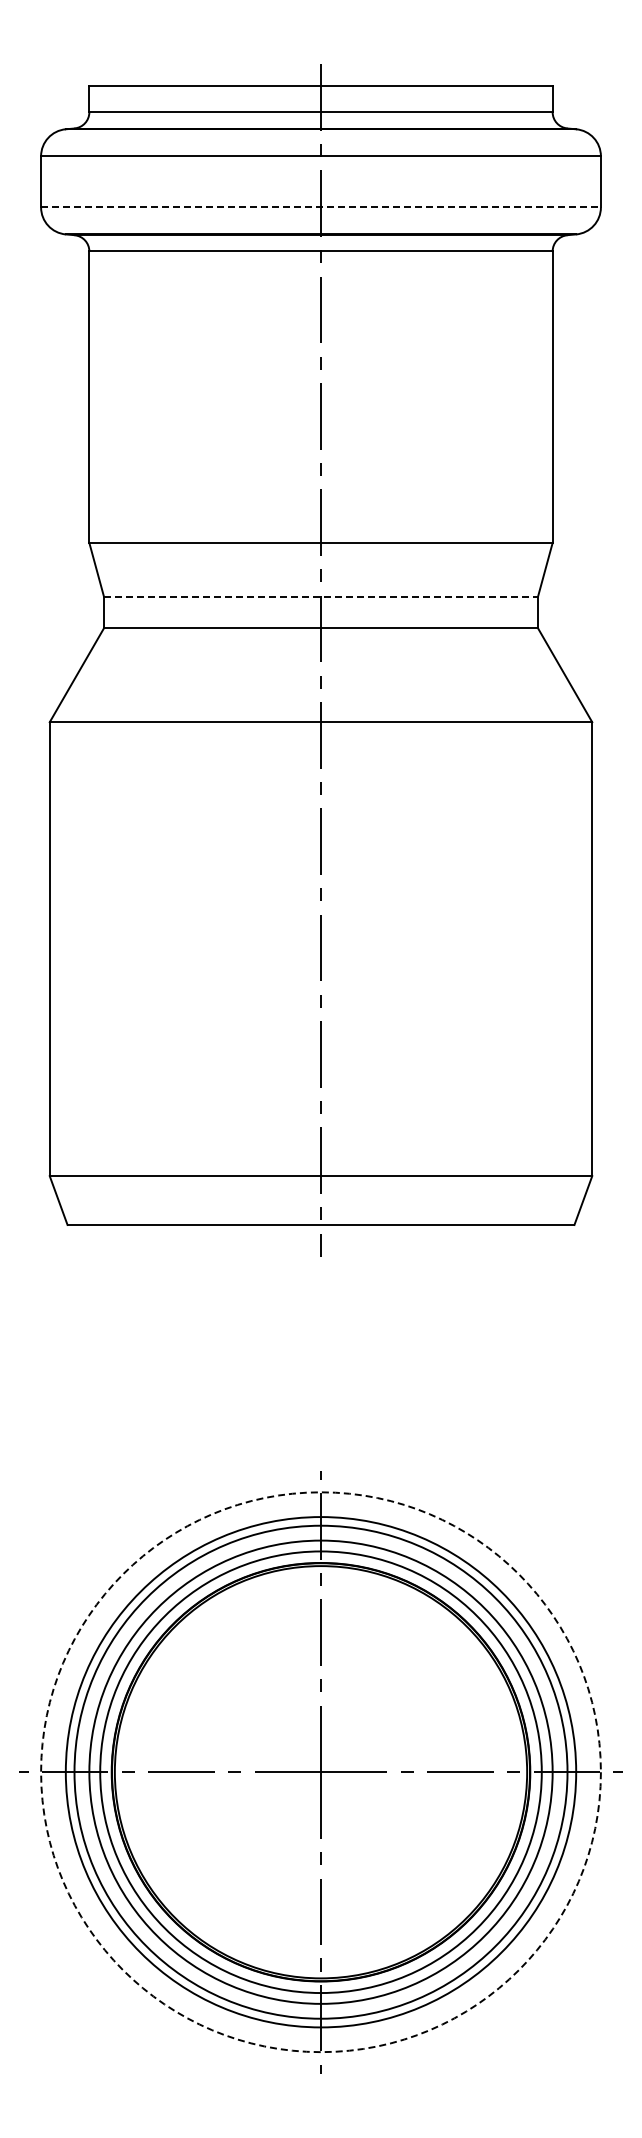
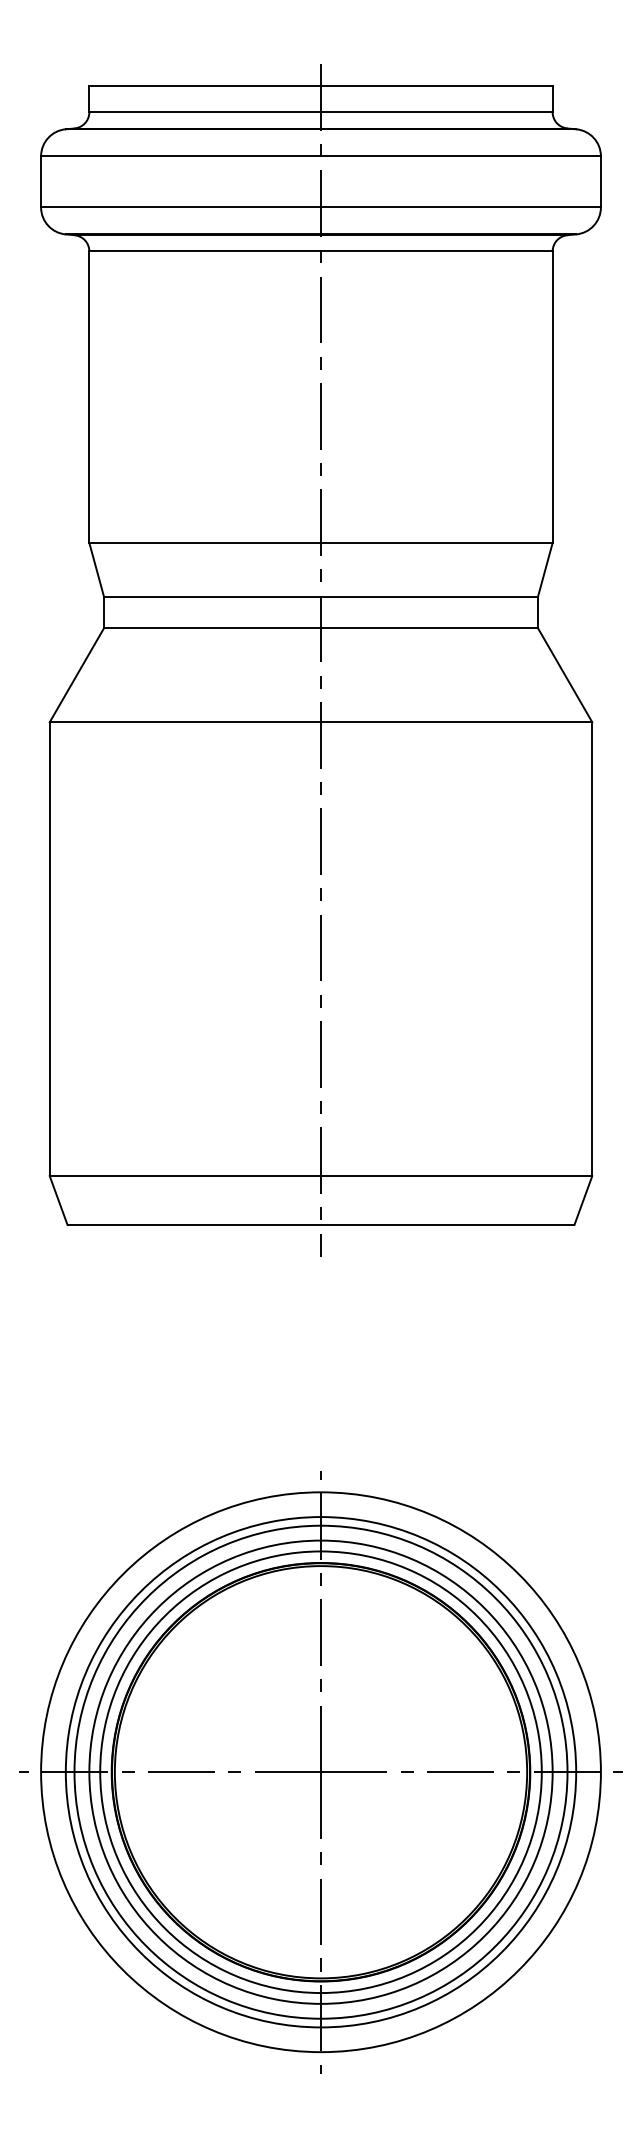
line at (321, 207): dashed -> solid
line at (321, 596): dashed -> solid
circle at (320, 1772): dashed -> solid
